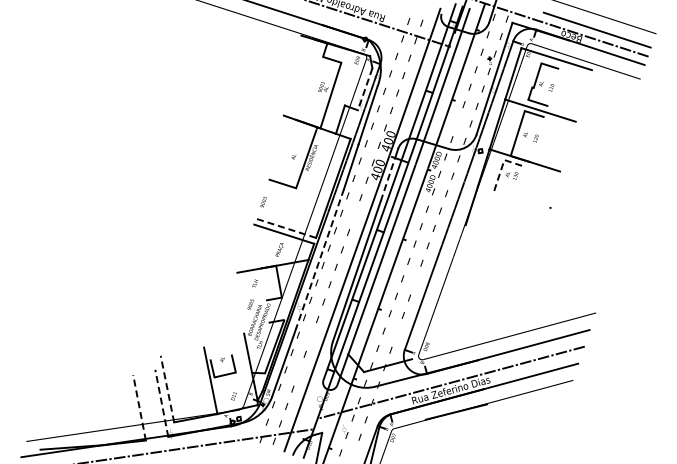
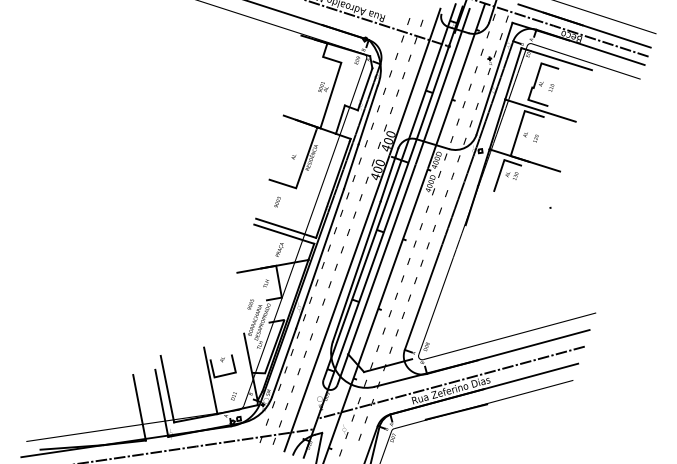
line at (550, 14): none -> present
line at (365, 89): dashed -> solid
part at (457, 121): none -> present
line at (502, 166): dashed -> solid
line at (388, 178): dashed -> solid
text at (263, 201) position: (263, 201) -> (277, 201)
part at (354, 214): none -> present
line at (285, 228): dashed -> solid
line at (320, 259): dashed -> solid
part at (415, 280): none -> present
text at (255, 283) position: (255, 283) -> (266, 283)
part at (396, 332): none -> present
part at (311, 336): none -> present
part at (298, 371): none -> present
line at (167, 389): dashed -> solid
line at (161, 402): dashed -> solid
line at (139, 407): dashed -> solid
